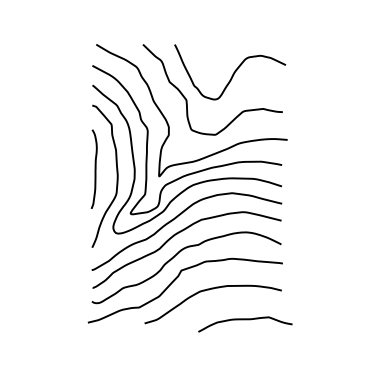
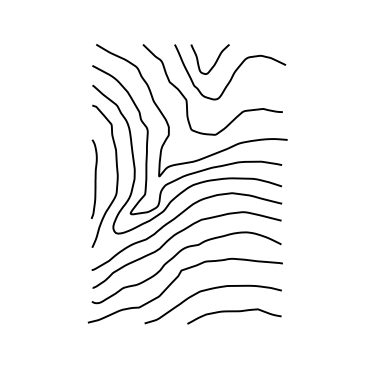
curve at (214, 62): none -> present
curve at (94, 168) position: (94, 168) -> (94, 178)
curve at (245, 320) position: (245, 320) -> (234, 312)
